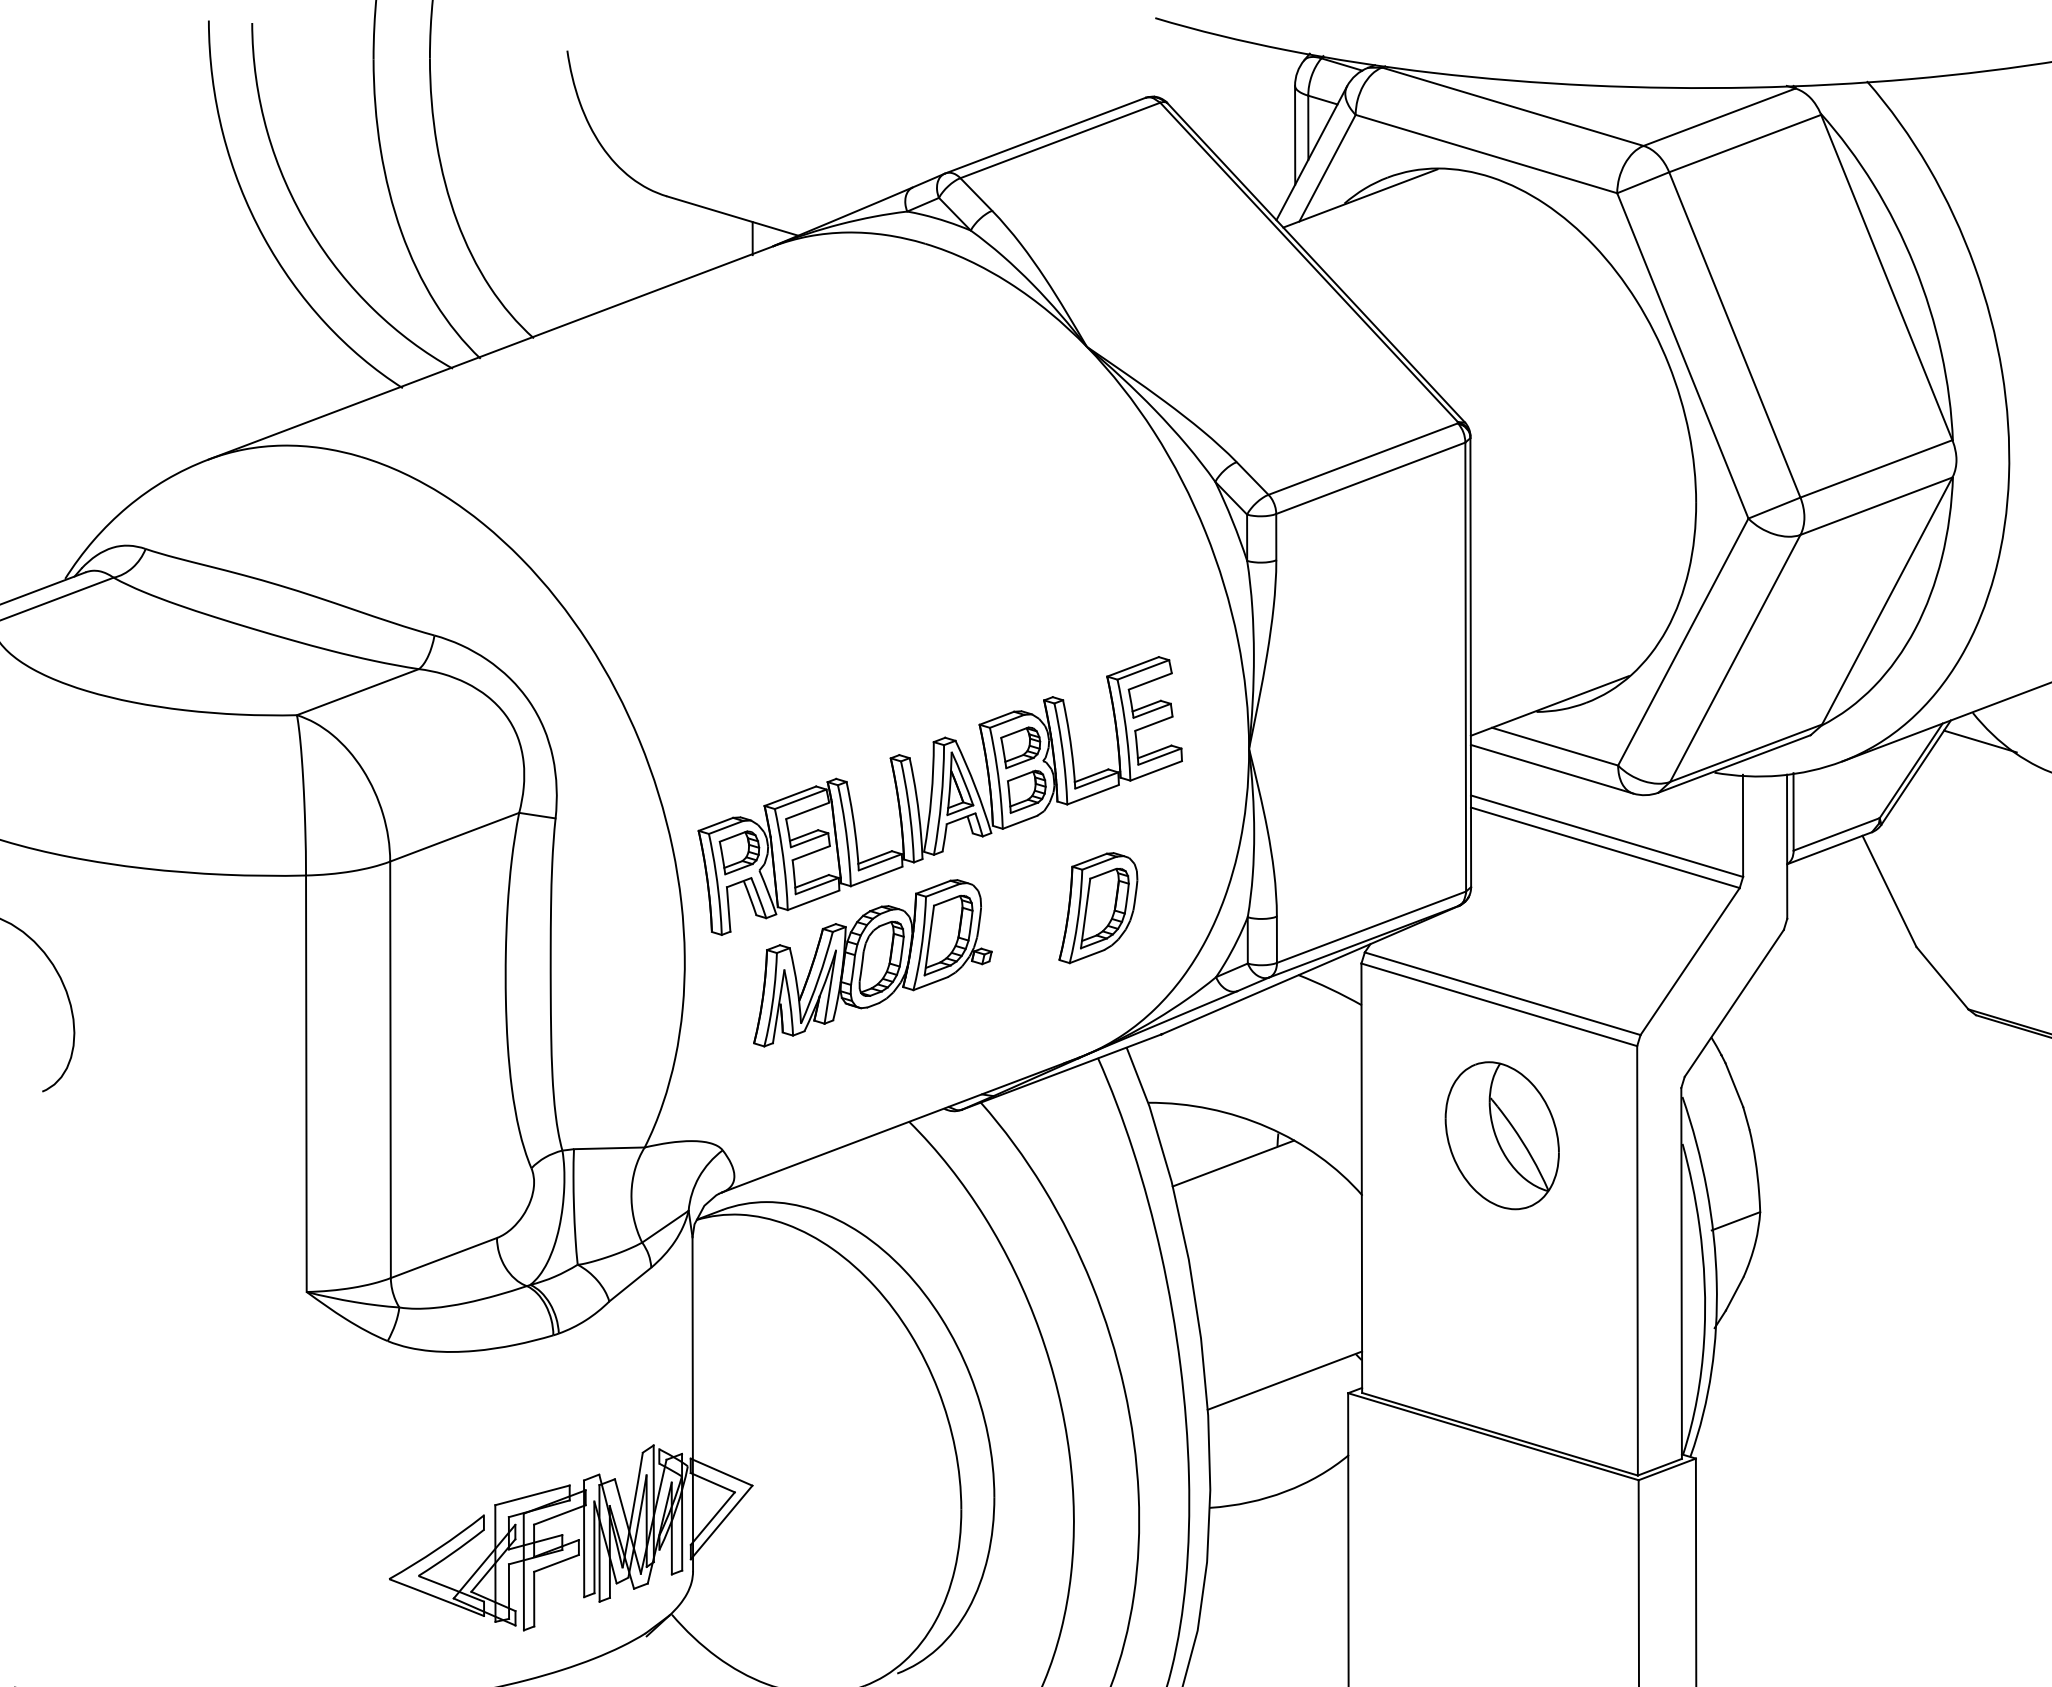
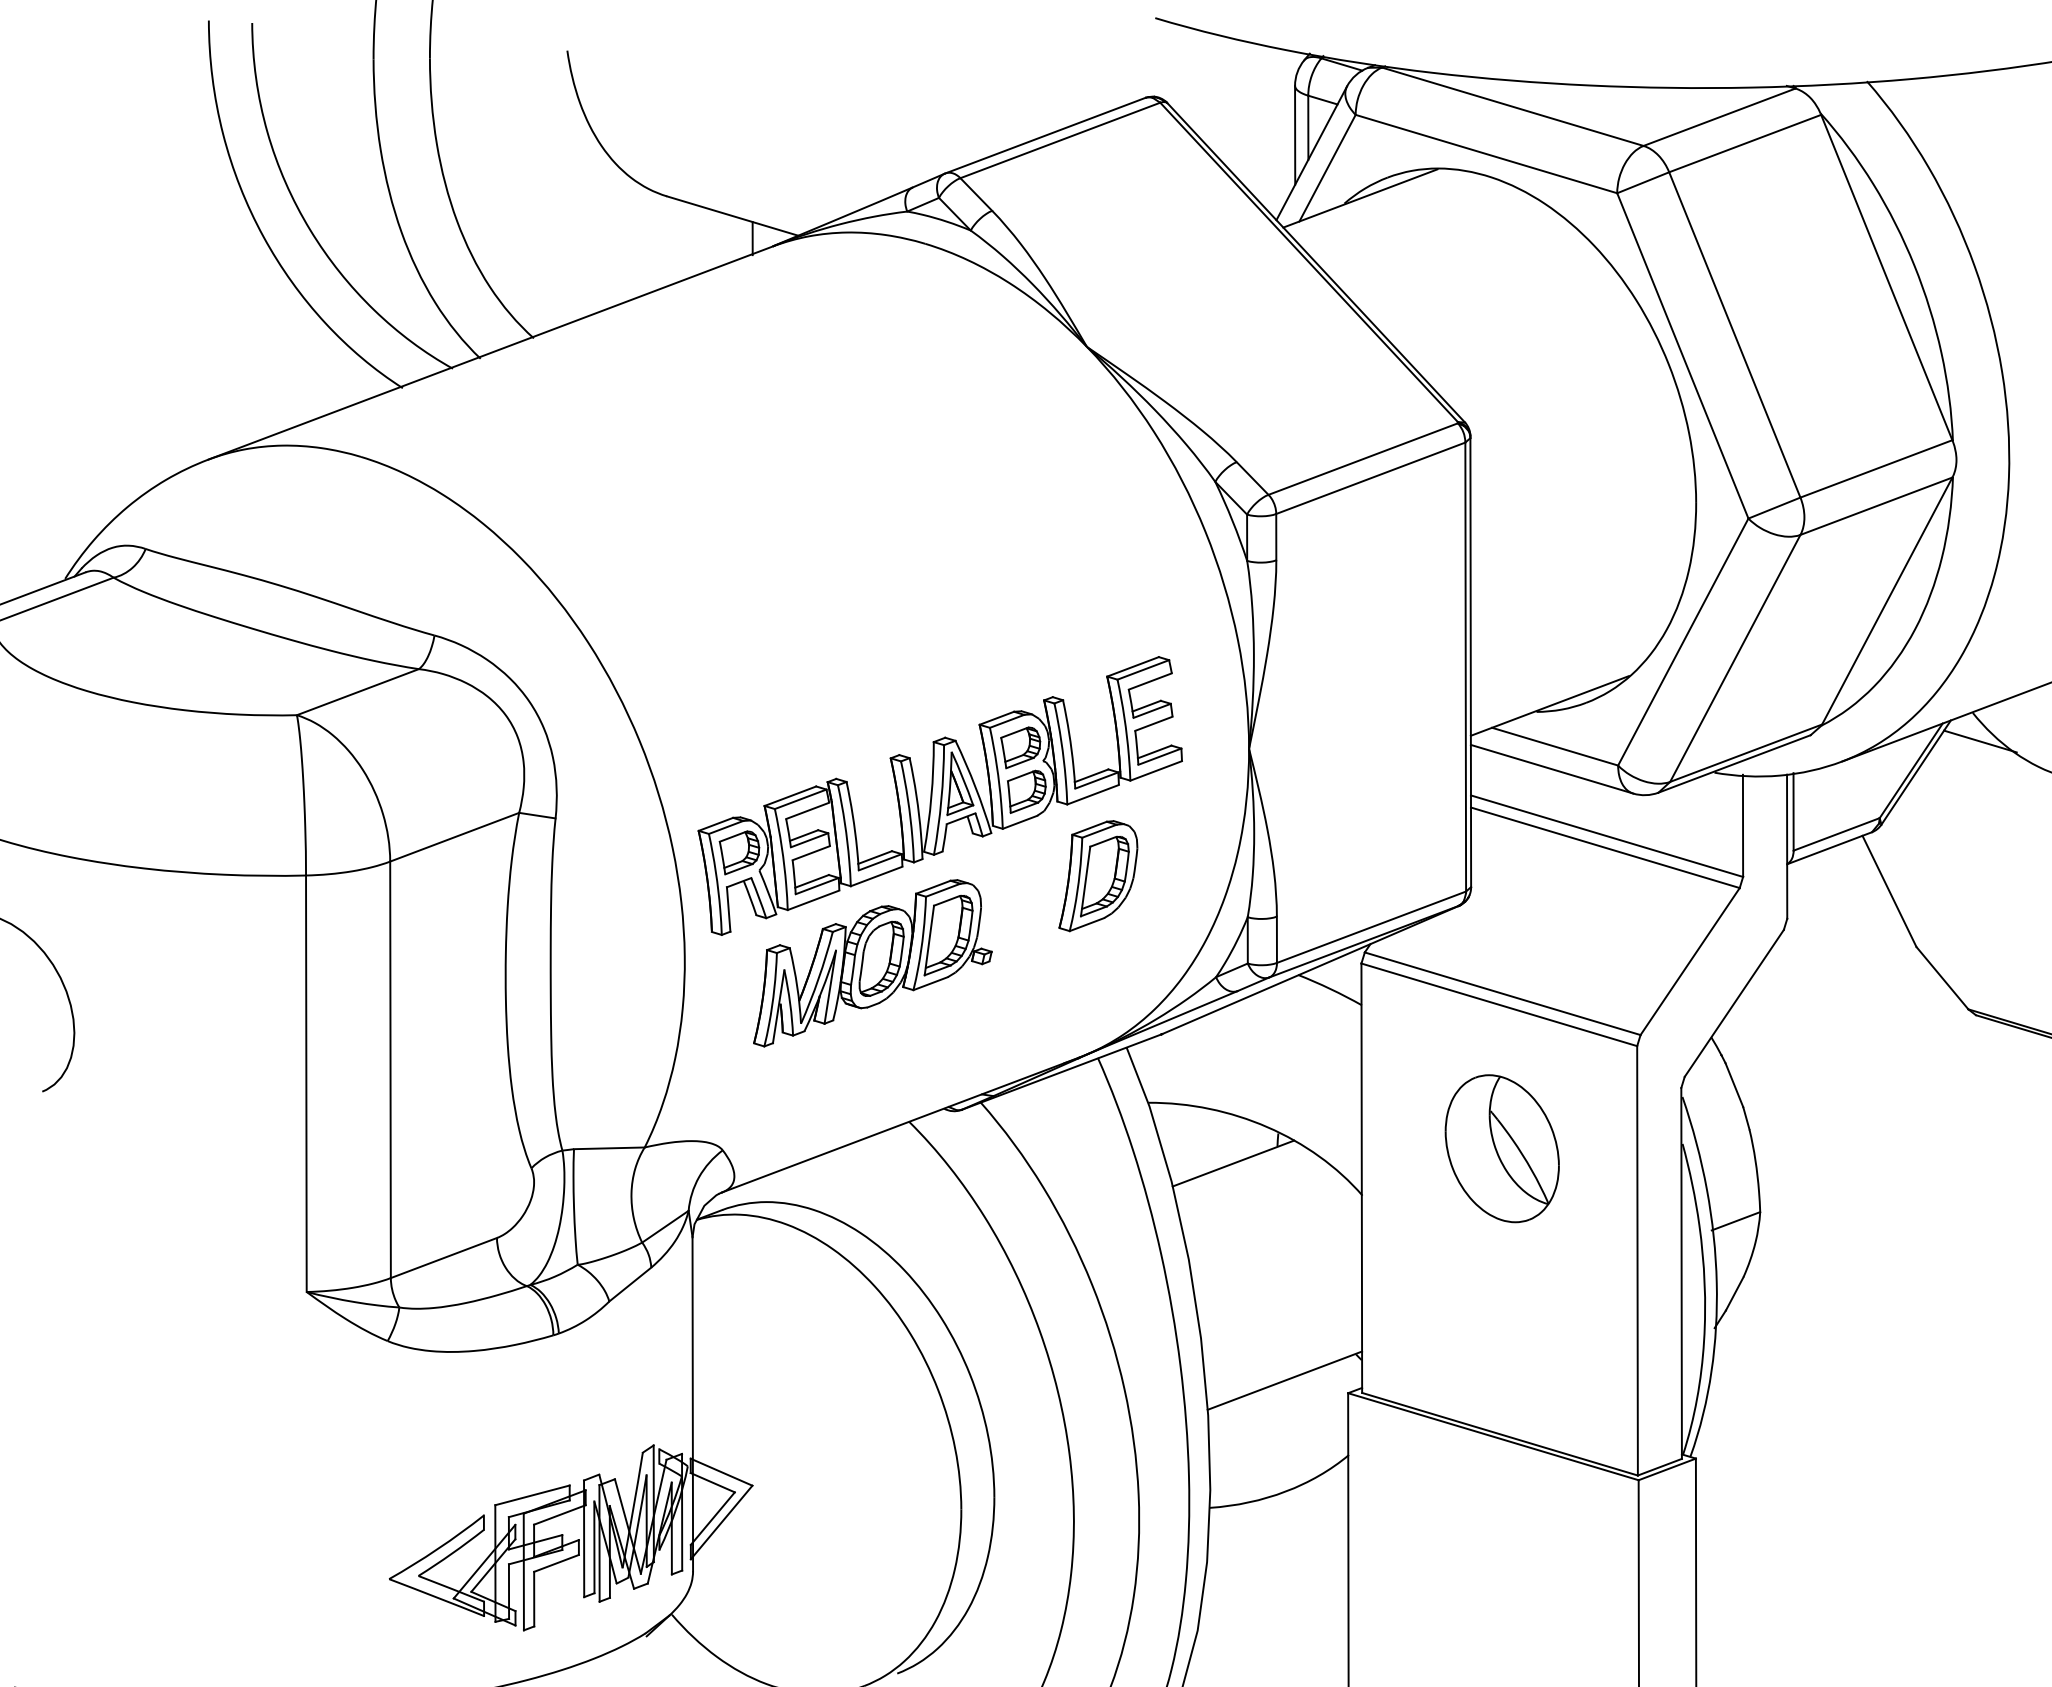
part at (1098, 908) position: (1098, 908) -> (1098, 876)
part at (1501, 1135) position: (1501, 1135) -> (1501, 1148)
